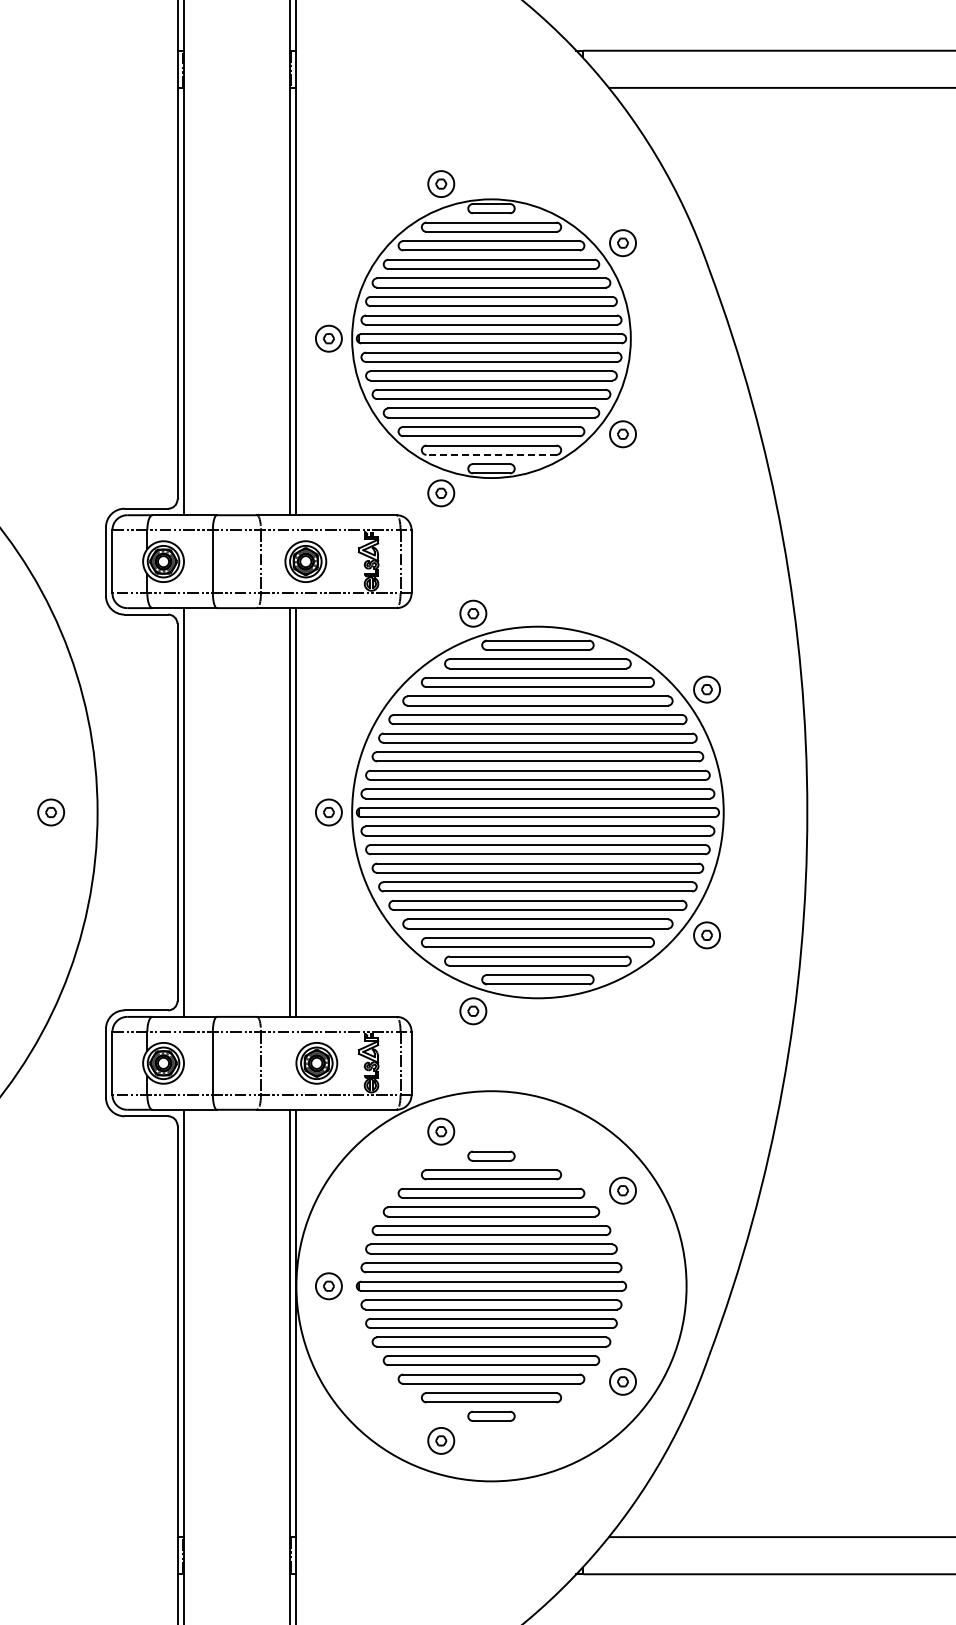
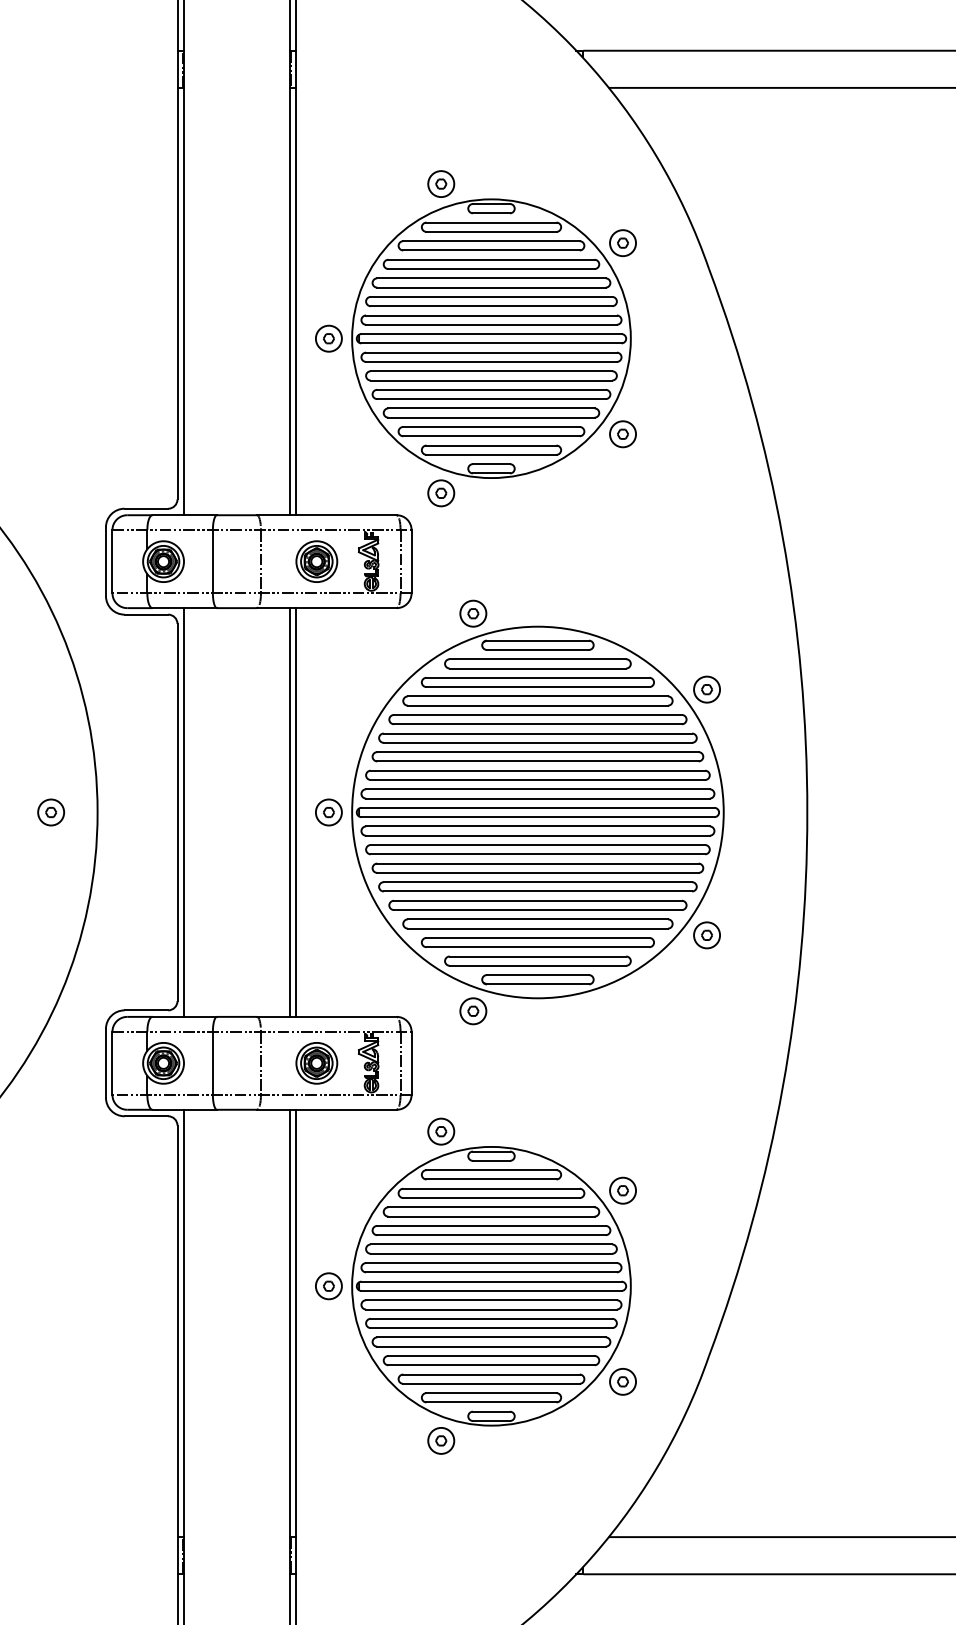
line at (491, 454): dashed -> solid
part at (305, 561) position: (305, 561) -> (316, 561)
circle at (491, 1286) diameter: 390 px -> 279 px
